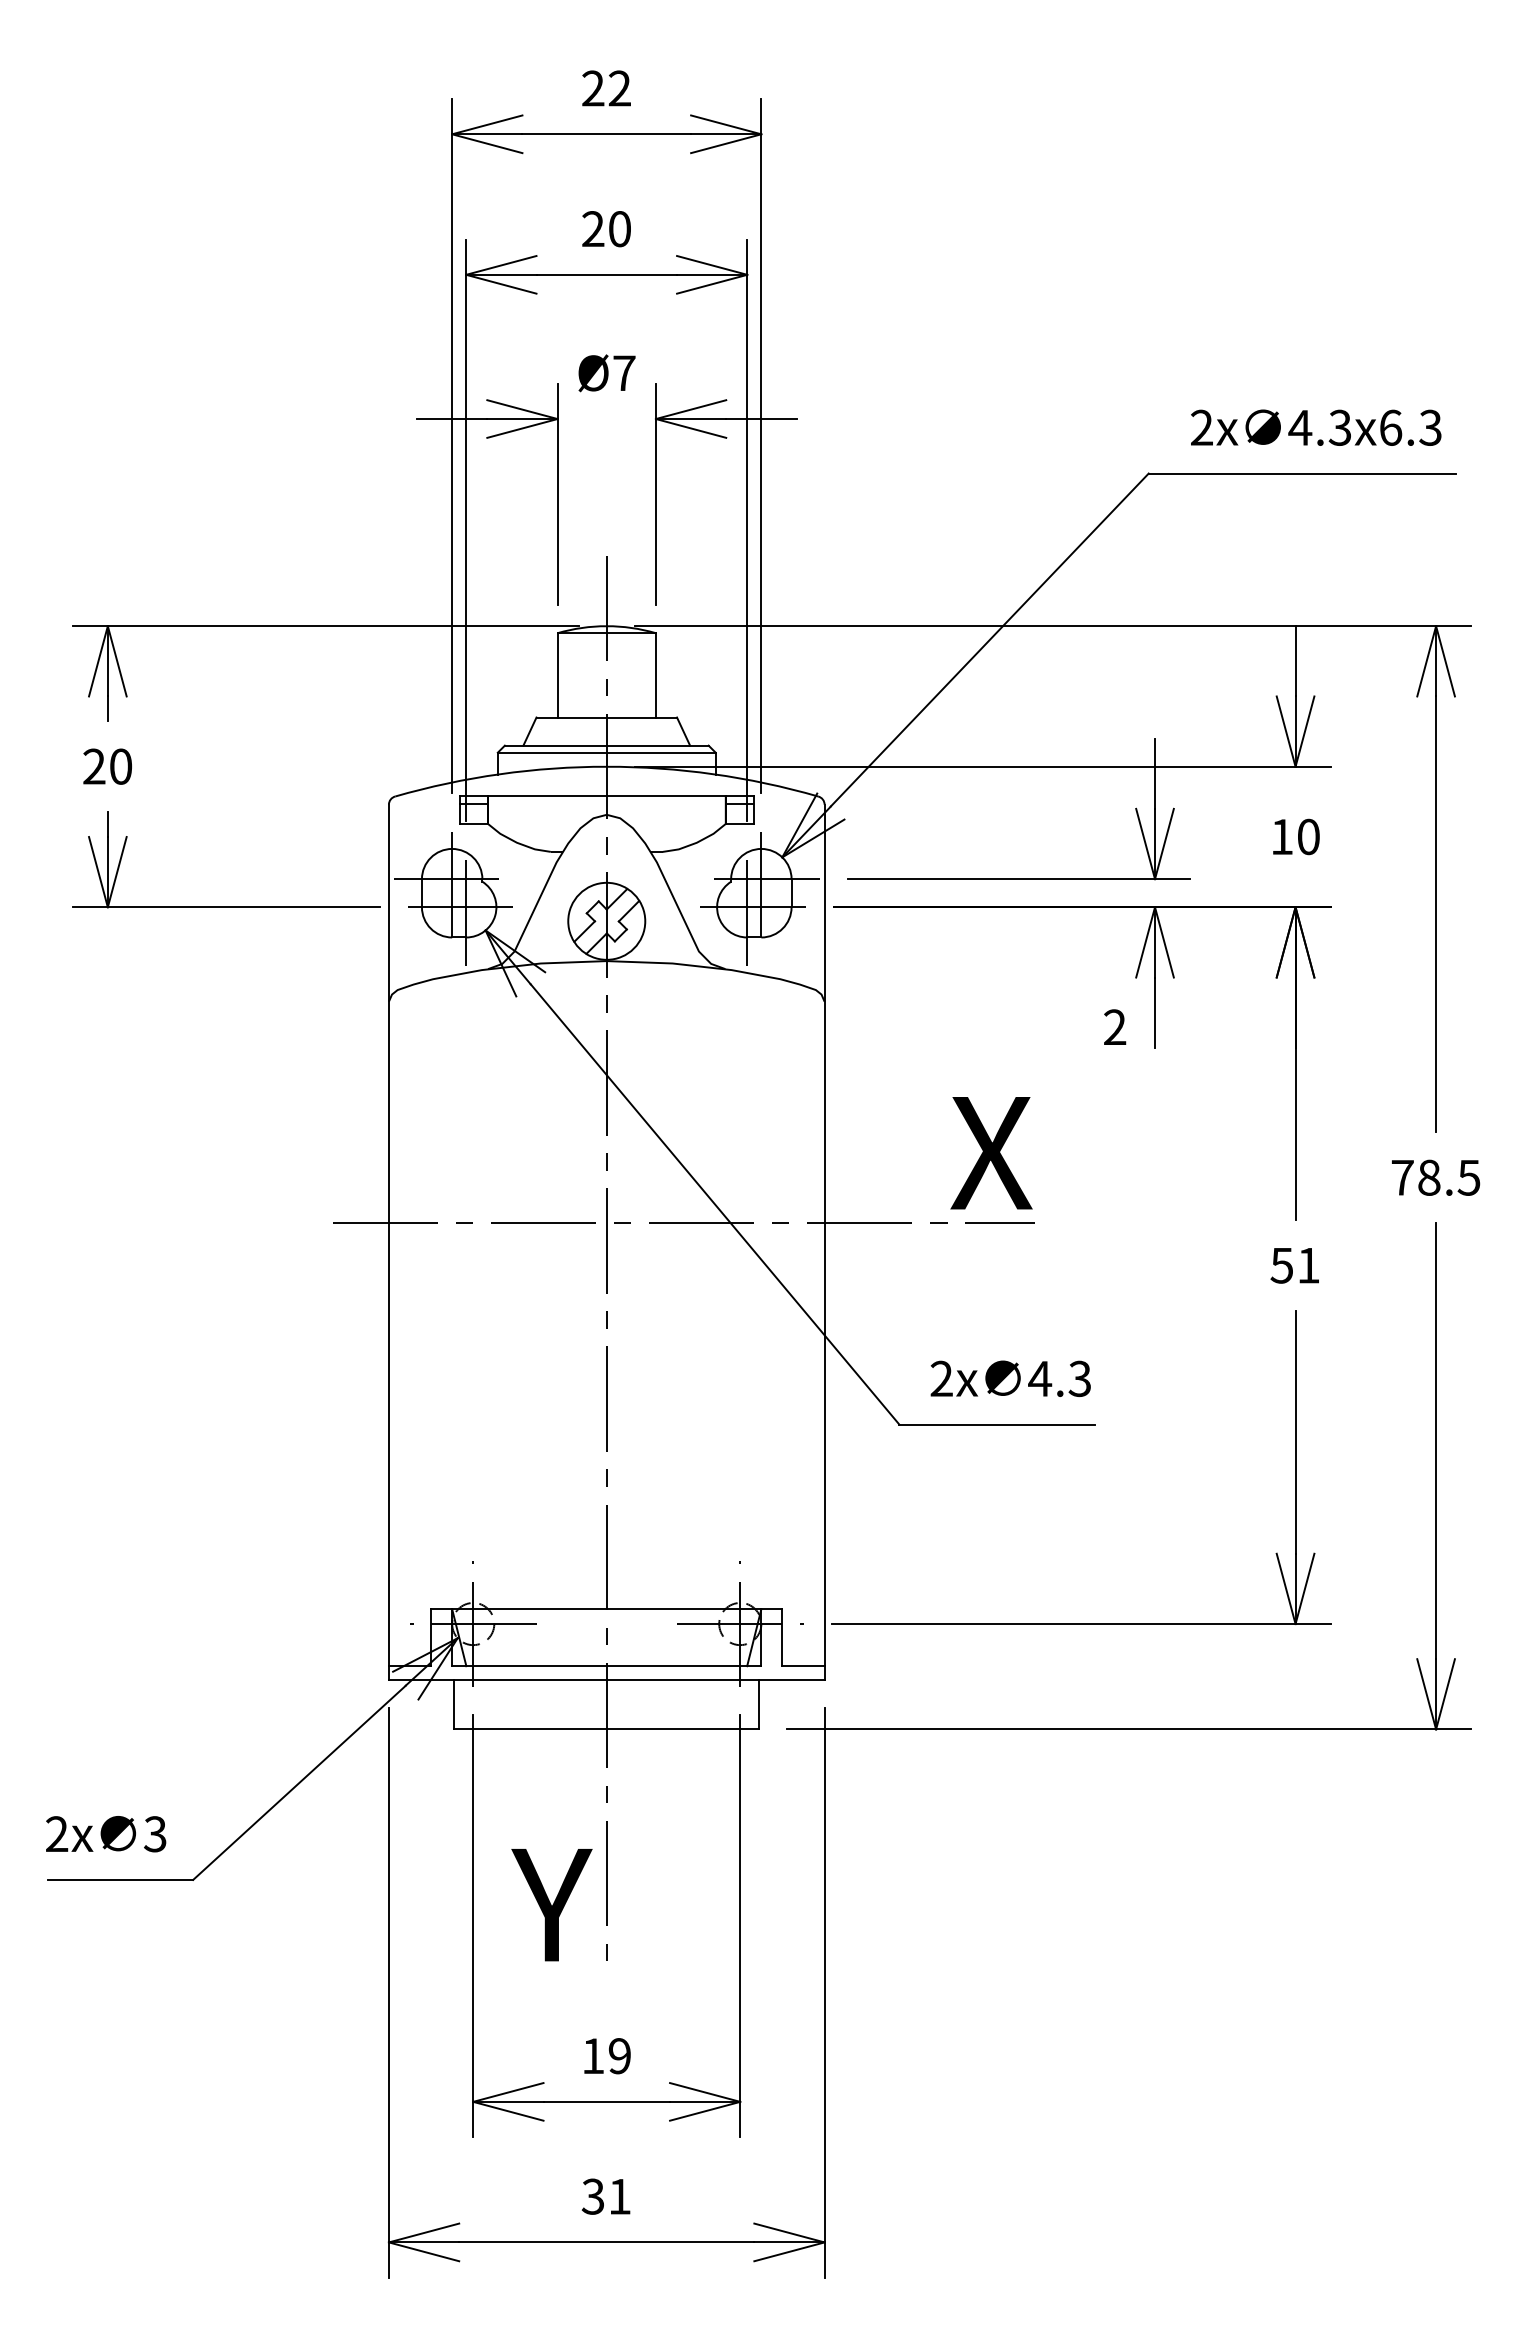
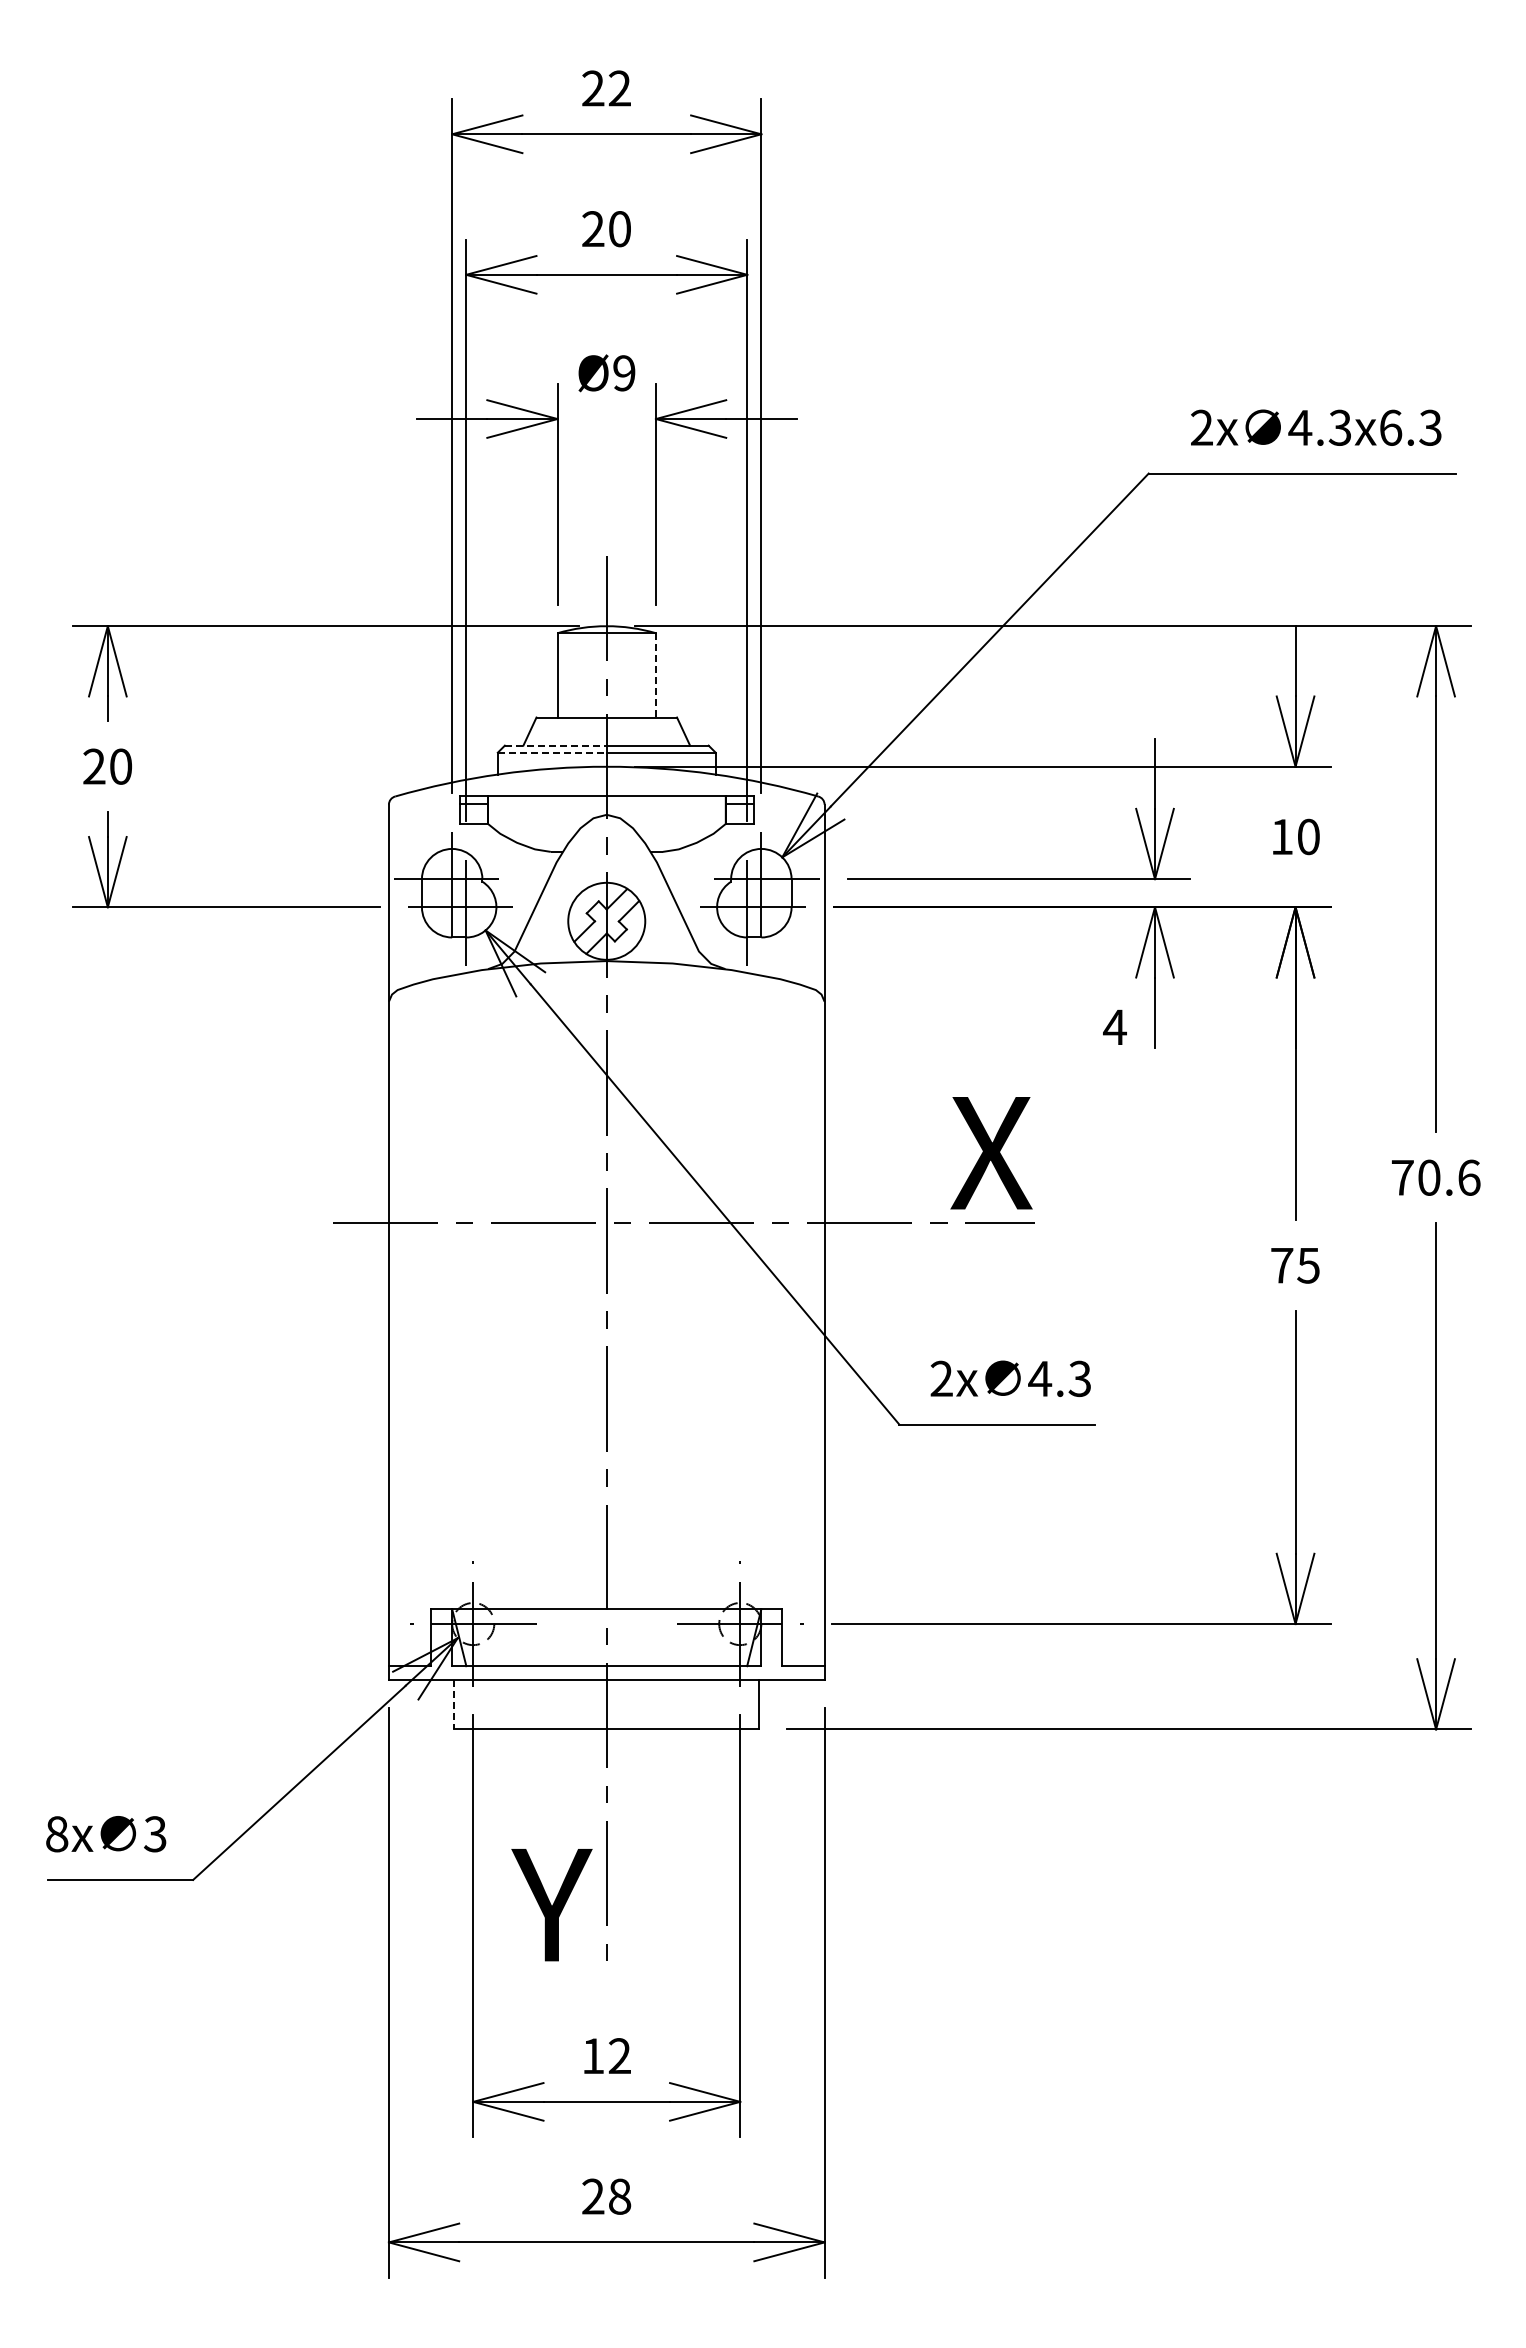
text at (624, 373): Ø7 -> Ø9
line at (655, 675): solid -> dashed
line at (555, 745): solid -> dashed
line at (552, 752): solid -> dashed
text at (1114, 1026): 2 -> 4
text at (1449, 1177): 78.5 -> 70.6
text at (1294, 1265): 51 -> 75
line at (454, 1704): solid -> dashed
text at (57, 1834): 2x -> 8x
text at (619, 2056): 19 -> 12
text at (606, 2196): 31 -> 28
